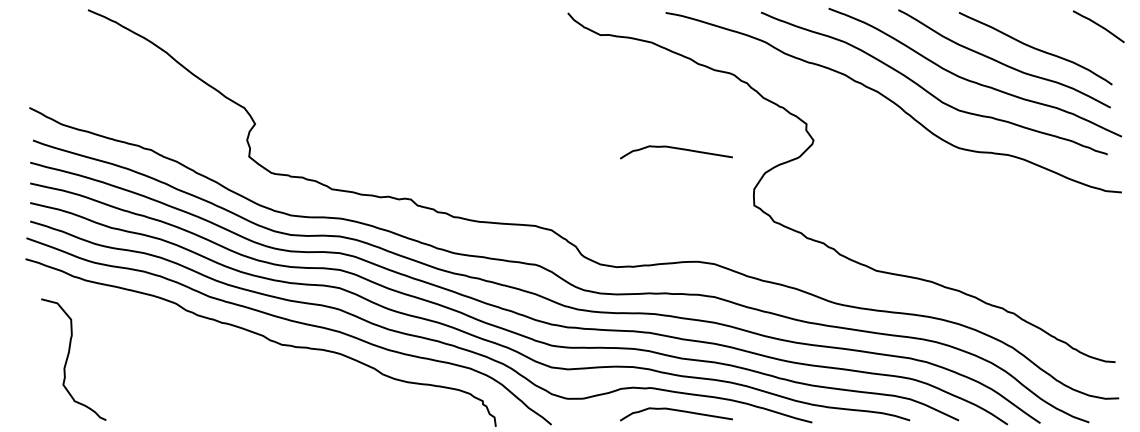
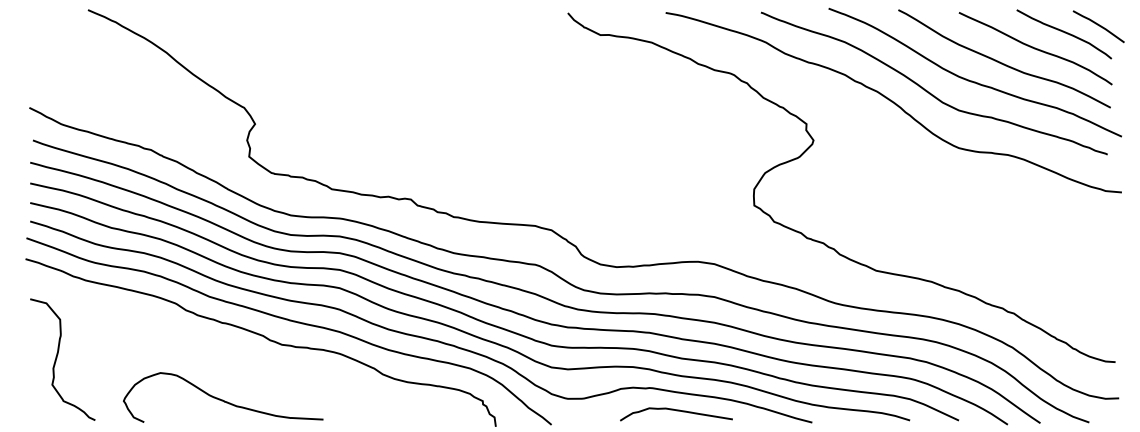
curve at (1064, 33): none -> present
curve at (676, 149): present -> none
curve at (68, 358) position: (68, 358) -> (57, 358)
curve at (222, 399): none -> present
